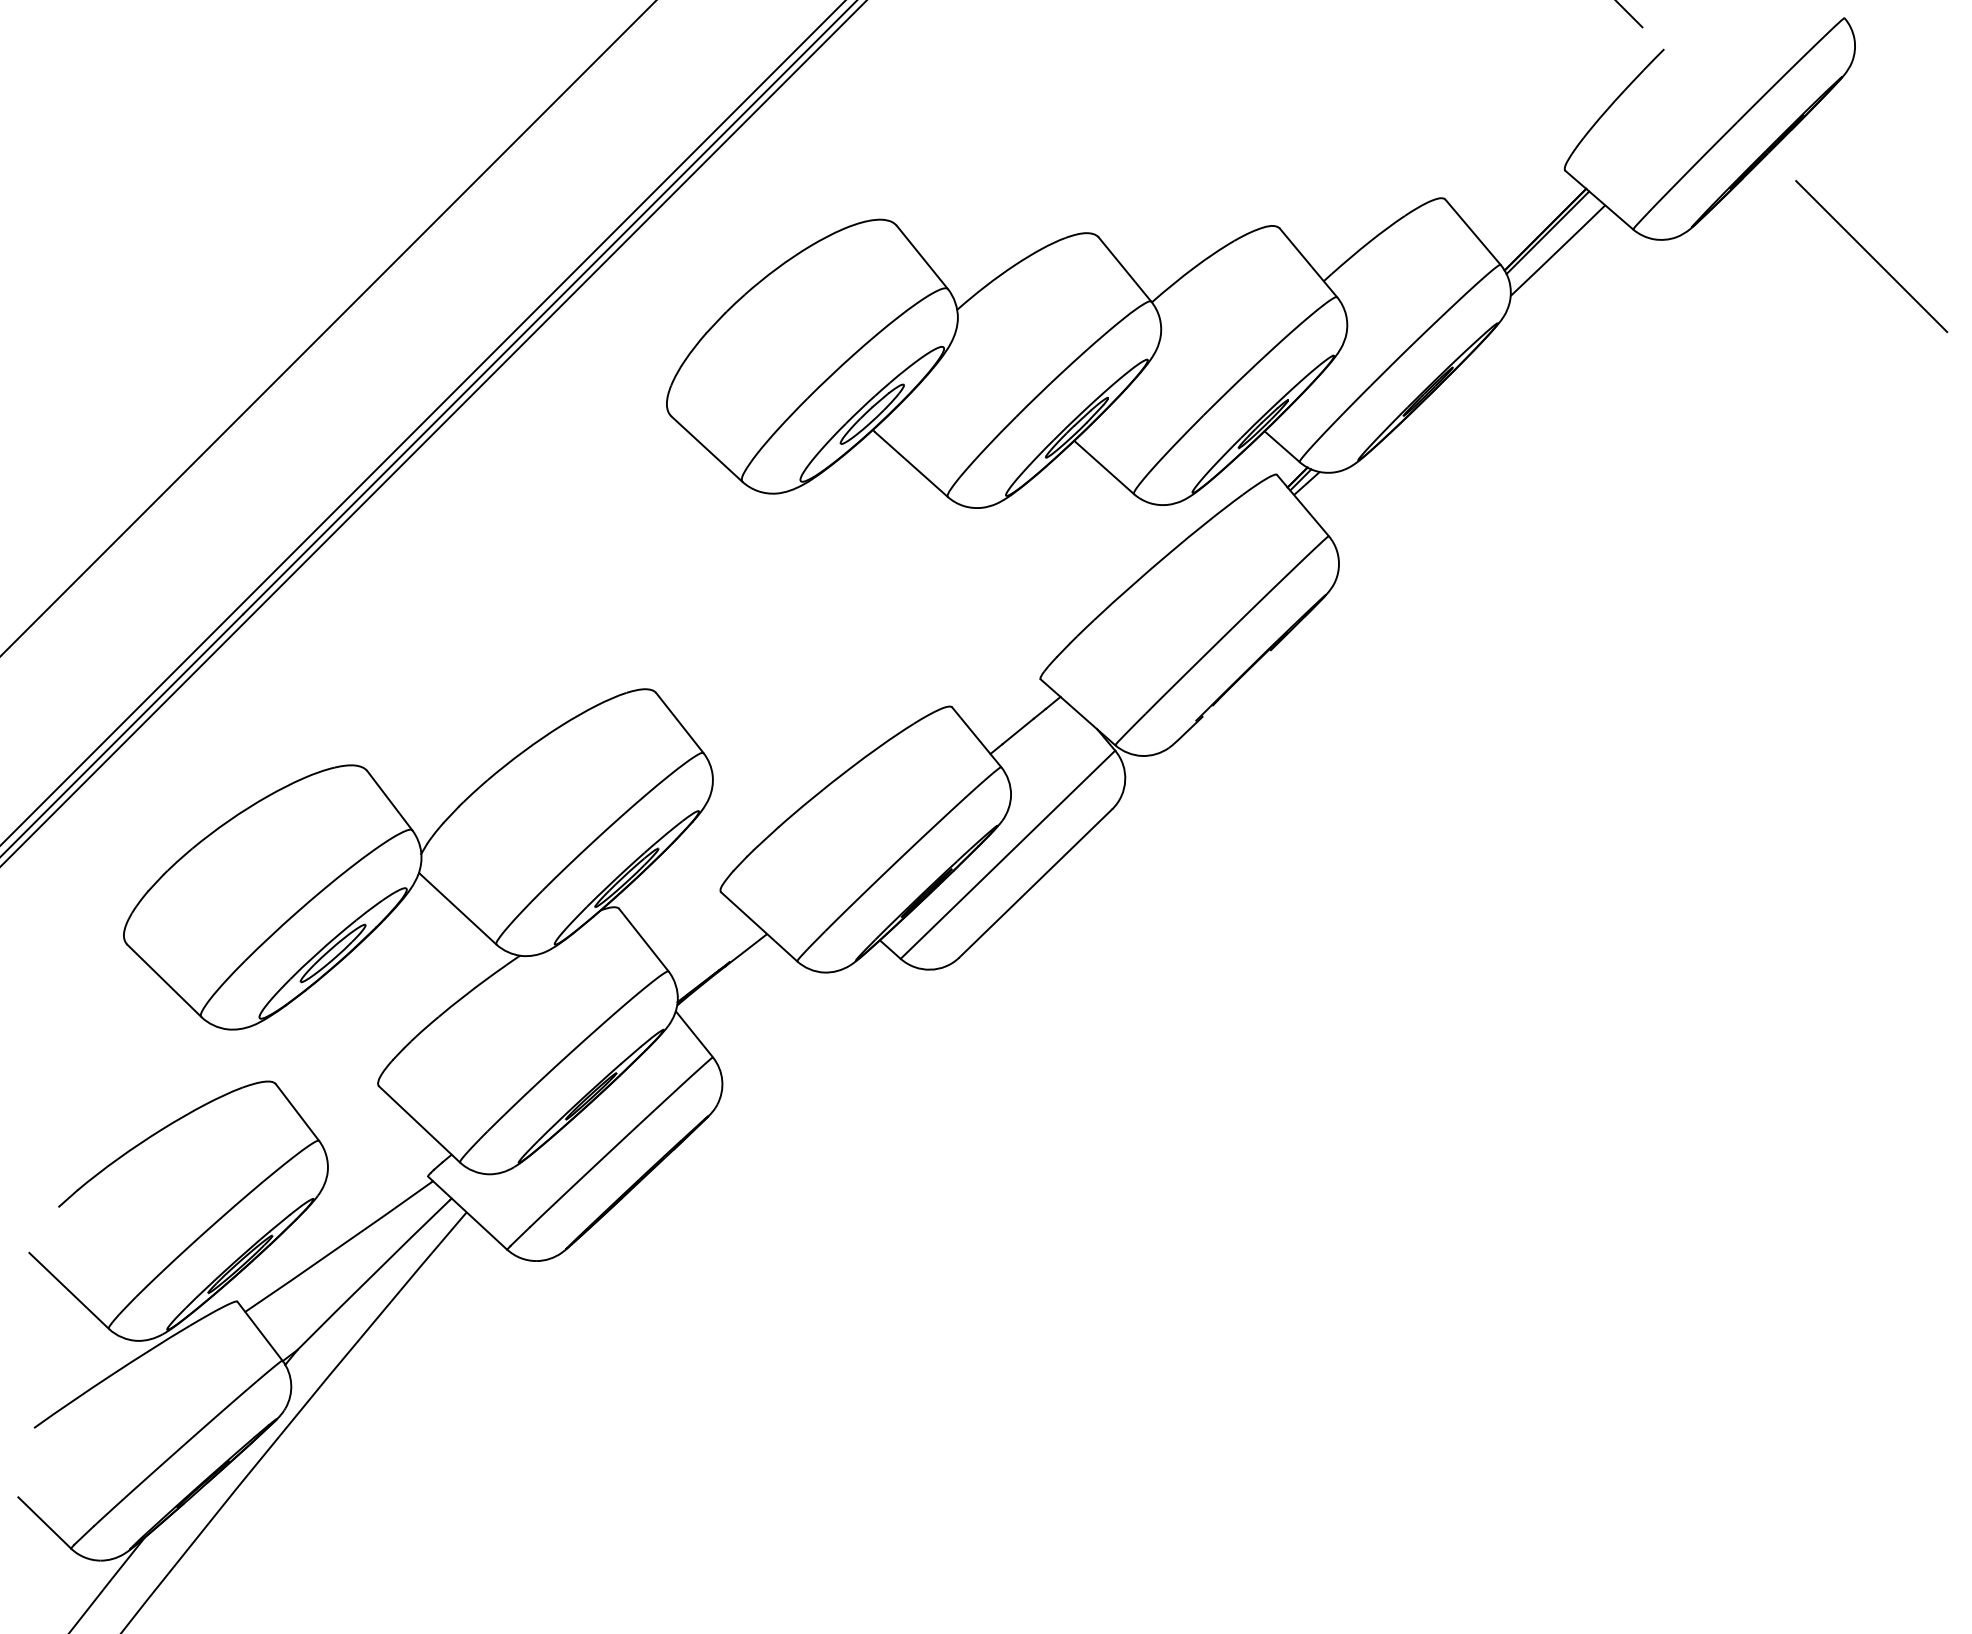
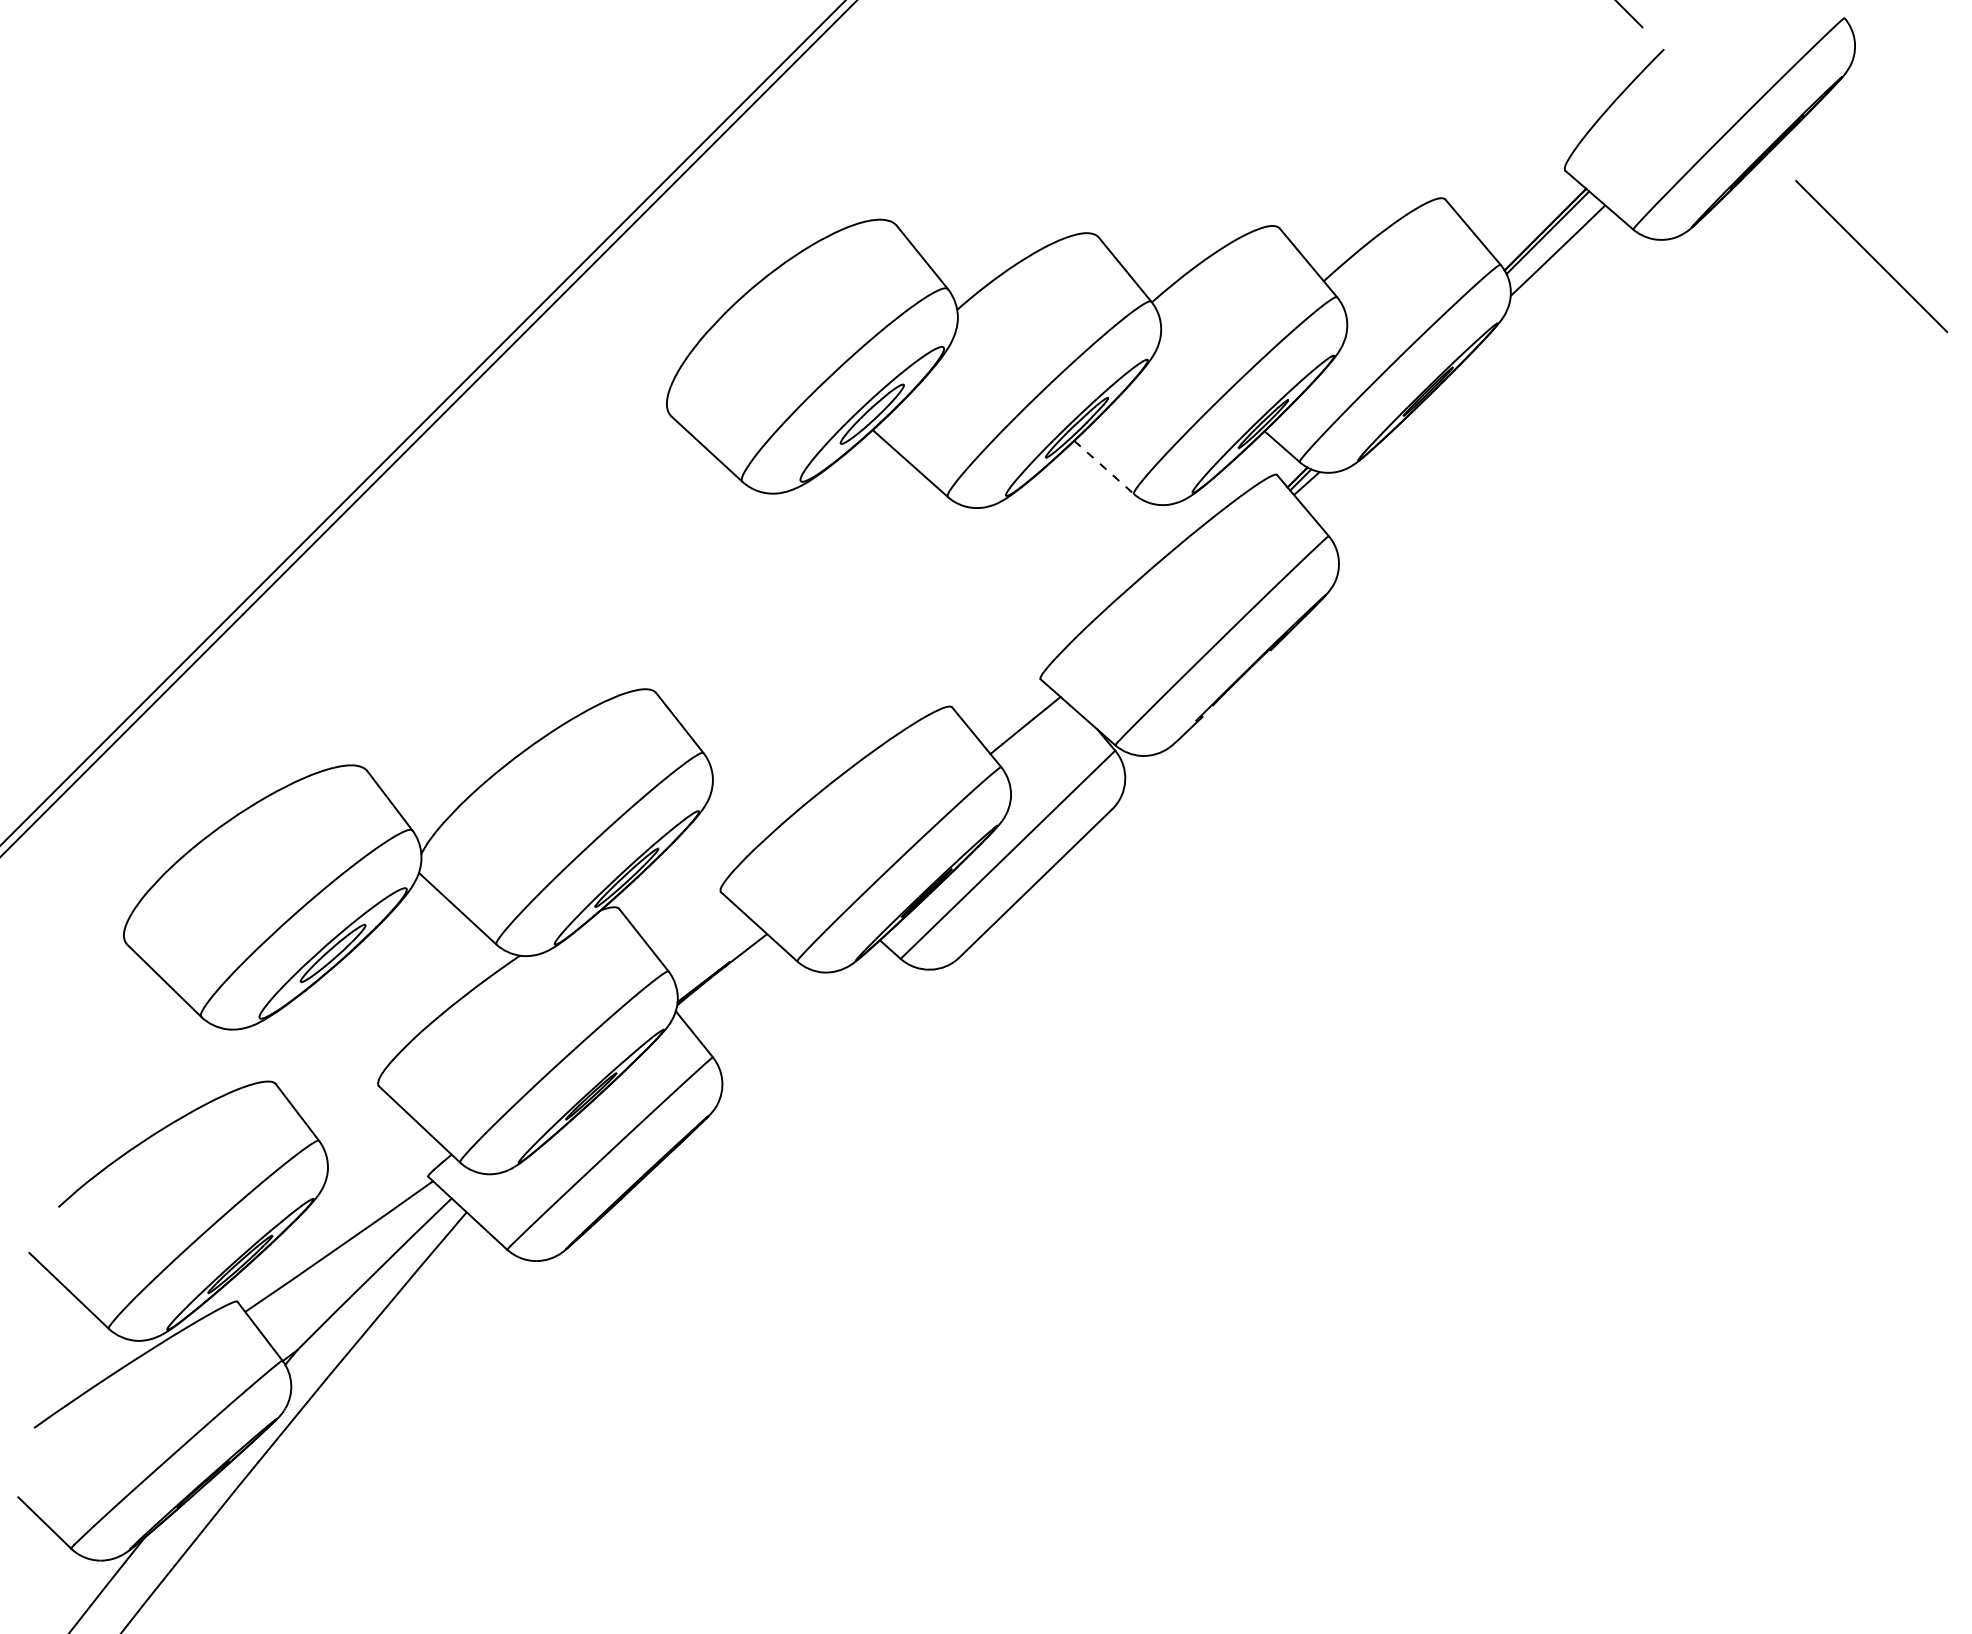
line at (328, 328): present -> none
line at (433, 433): present -> none
line at (1104, 467): solid -> dashed
